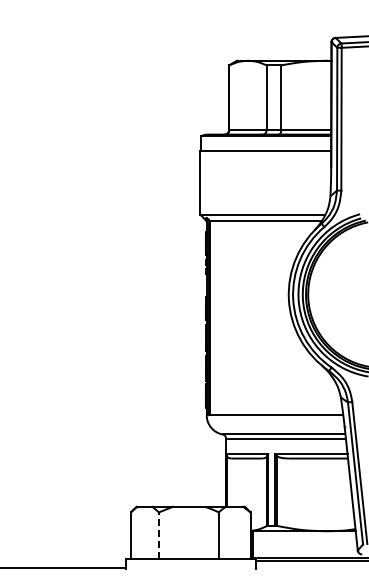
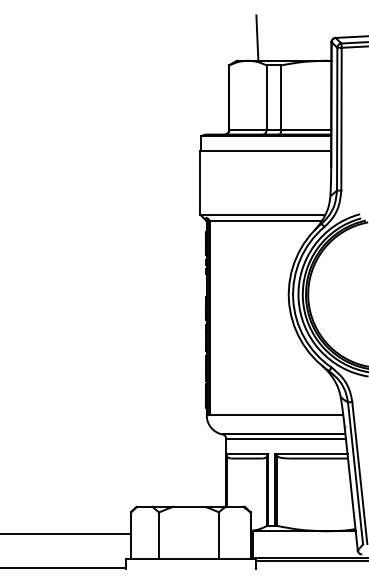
line at (257, 37): none -> present
line at (66, 533): none -> present
line at (158, 535): dashed -> solid
